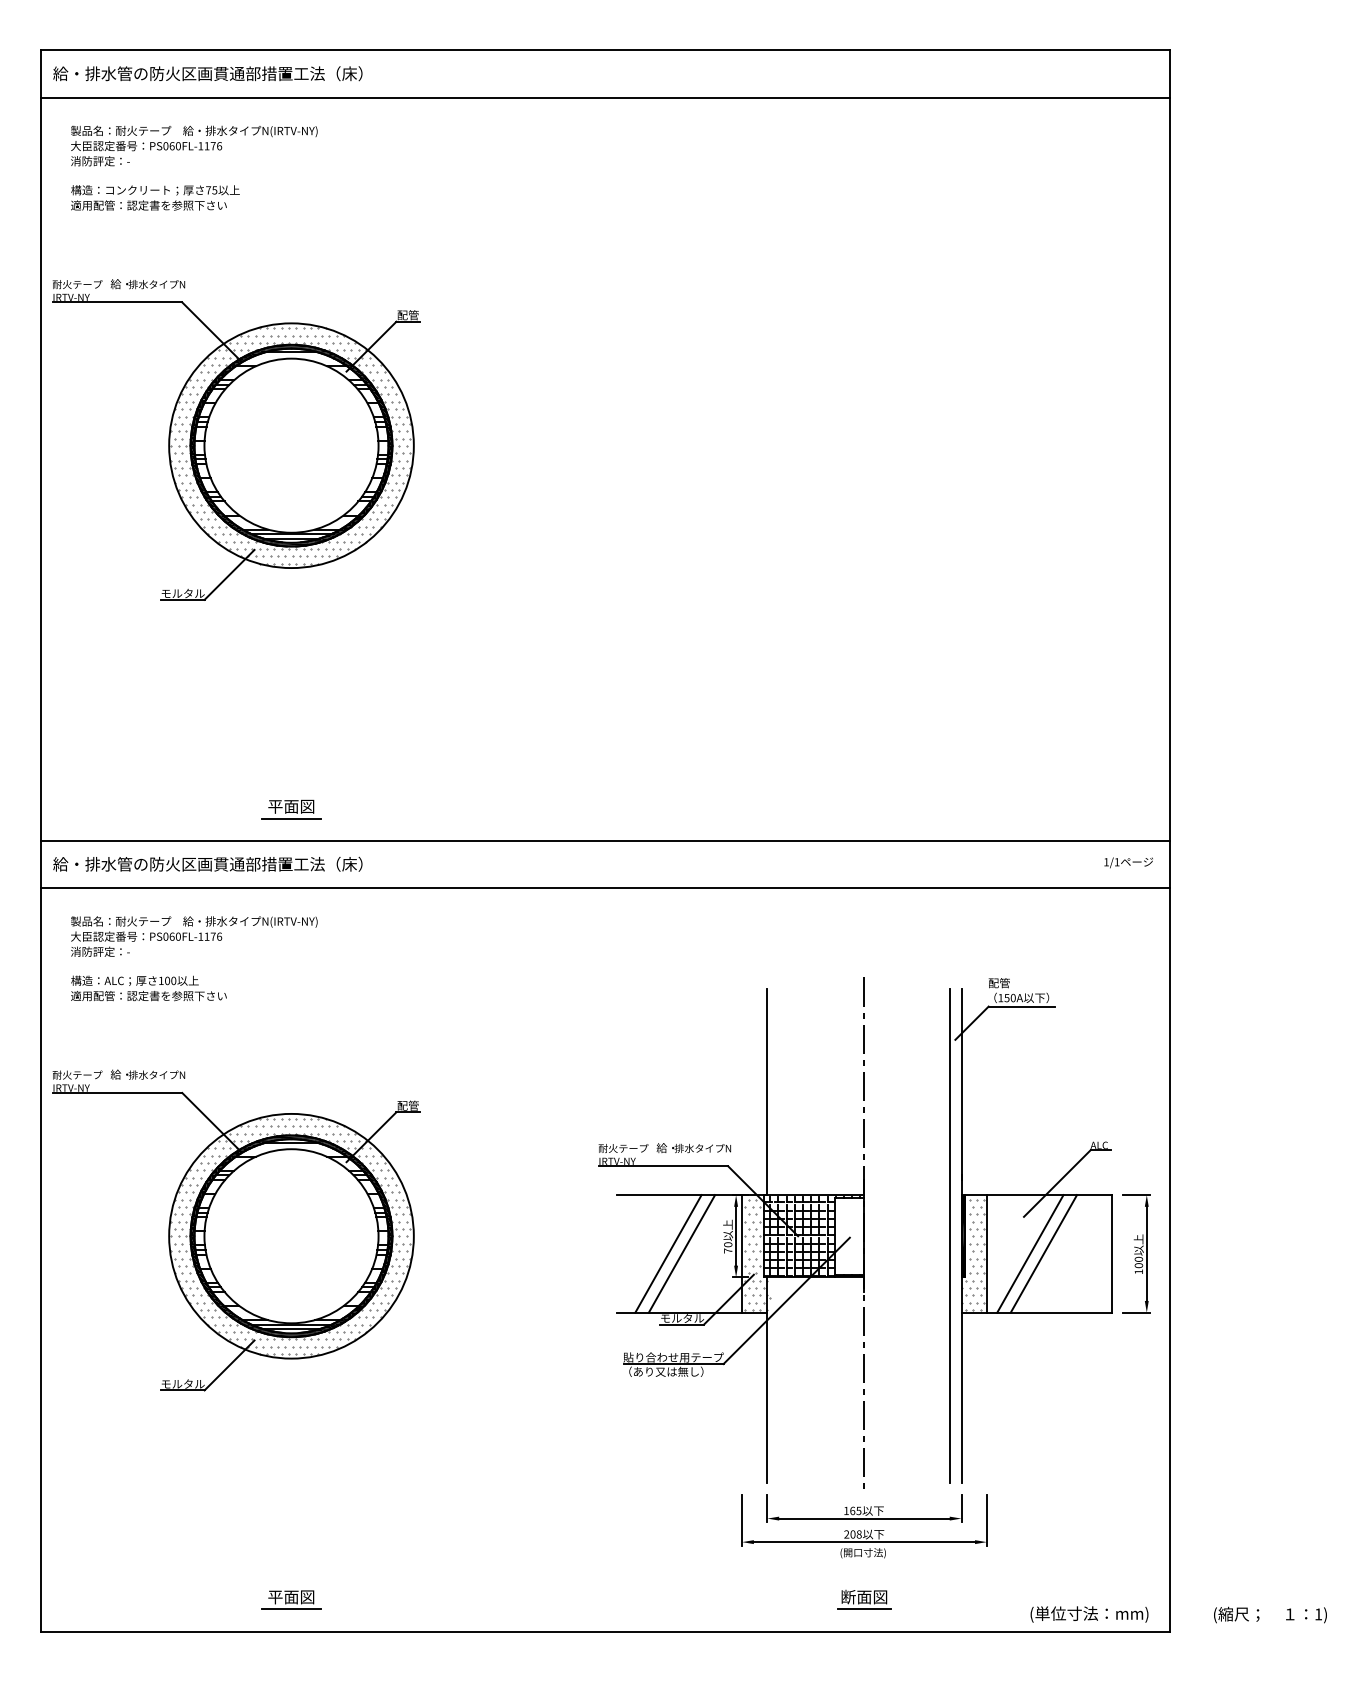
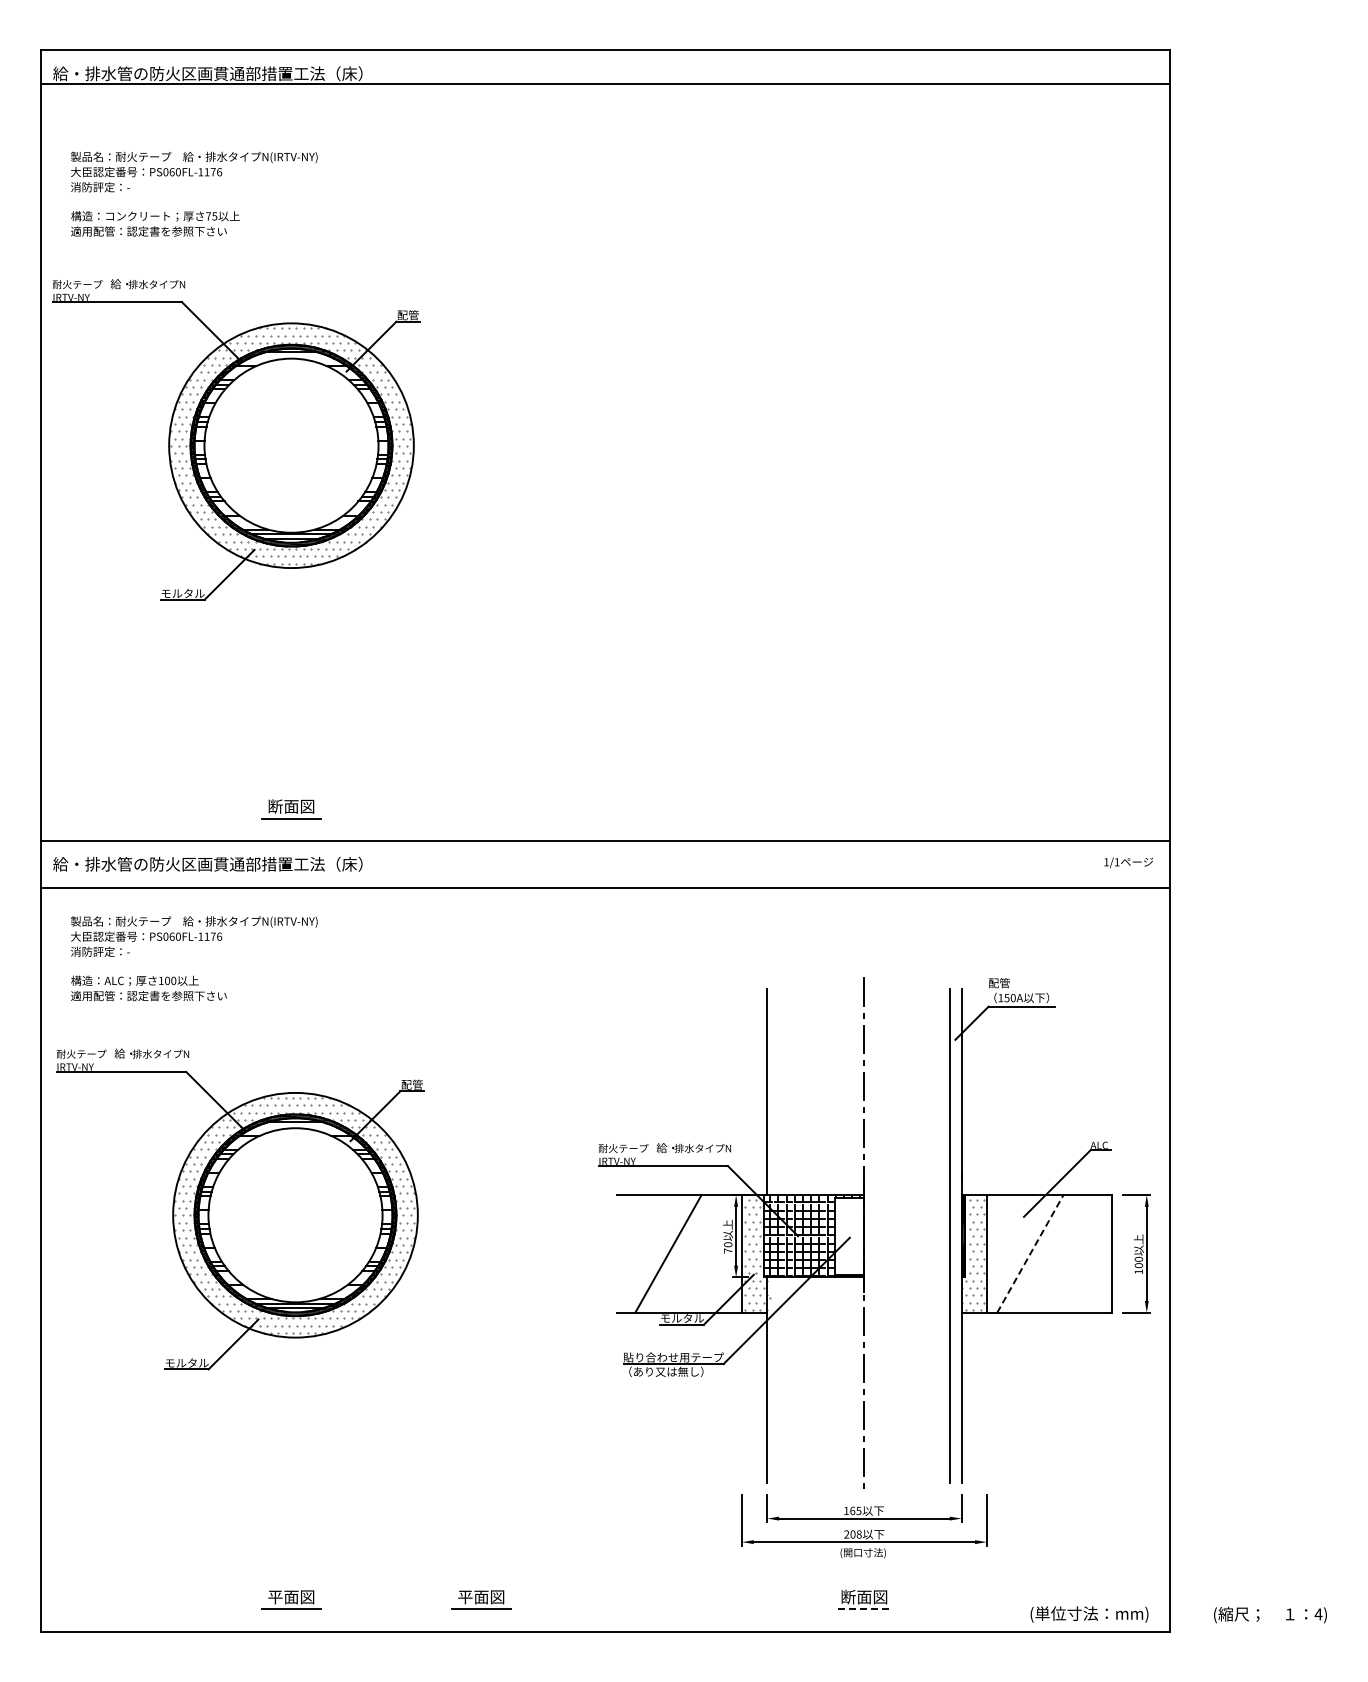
line at (605, 97) position: (605, 97) -> (605, 83)
text at (194, 167) position: (194, 167) -> (194, 193)
text at (275, 806): 平面図 -> 断面図
part at (236, 1230) position: (236, 1230) -> (240, 1209)
line at (681, 1253): present -> none
line at (1030, 1253): solid -> dashed
line at (1043, 1253): present -> none
part at (481, 1599): none -> present
line at (864, 1609): solid -> dashed
text at (1318, 1614): 1) -> 4)
